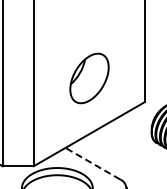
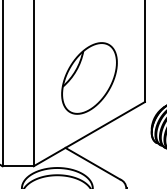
part at (89, 78) size: 41x53 px -> 57x73 px
line at (92, 163): dashed -> solid
